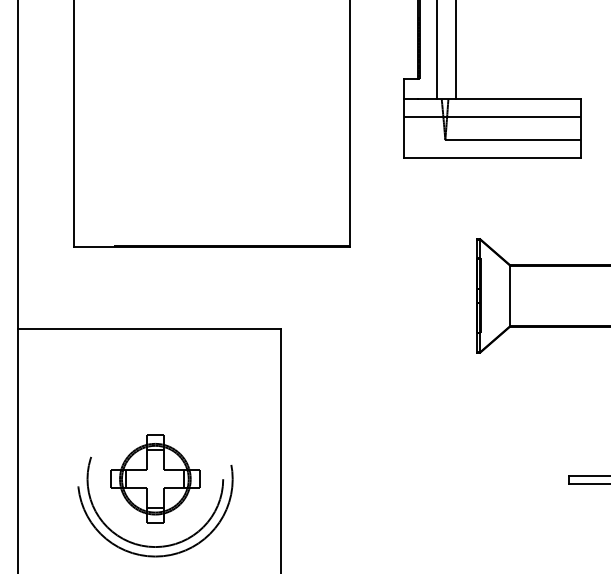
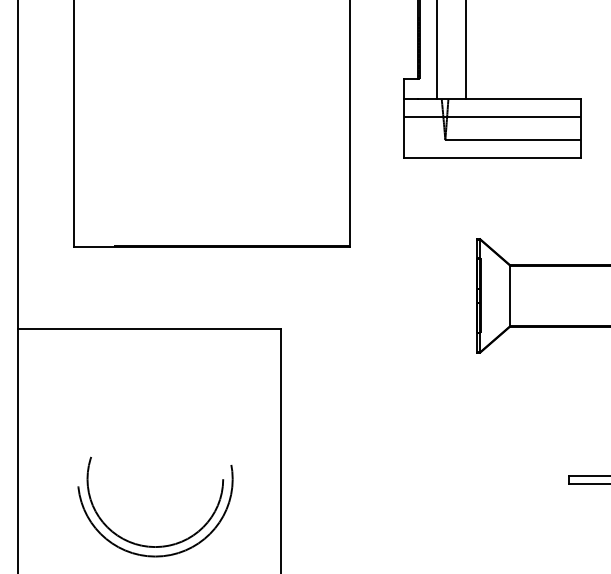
line at (455, 50) position: (455, 50) -> (465, 50)
part at (155, 478): present -> none
